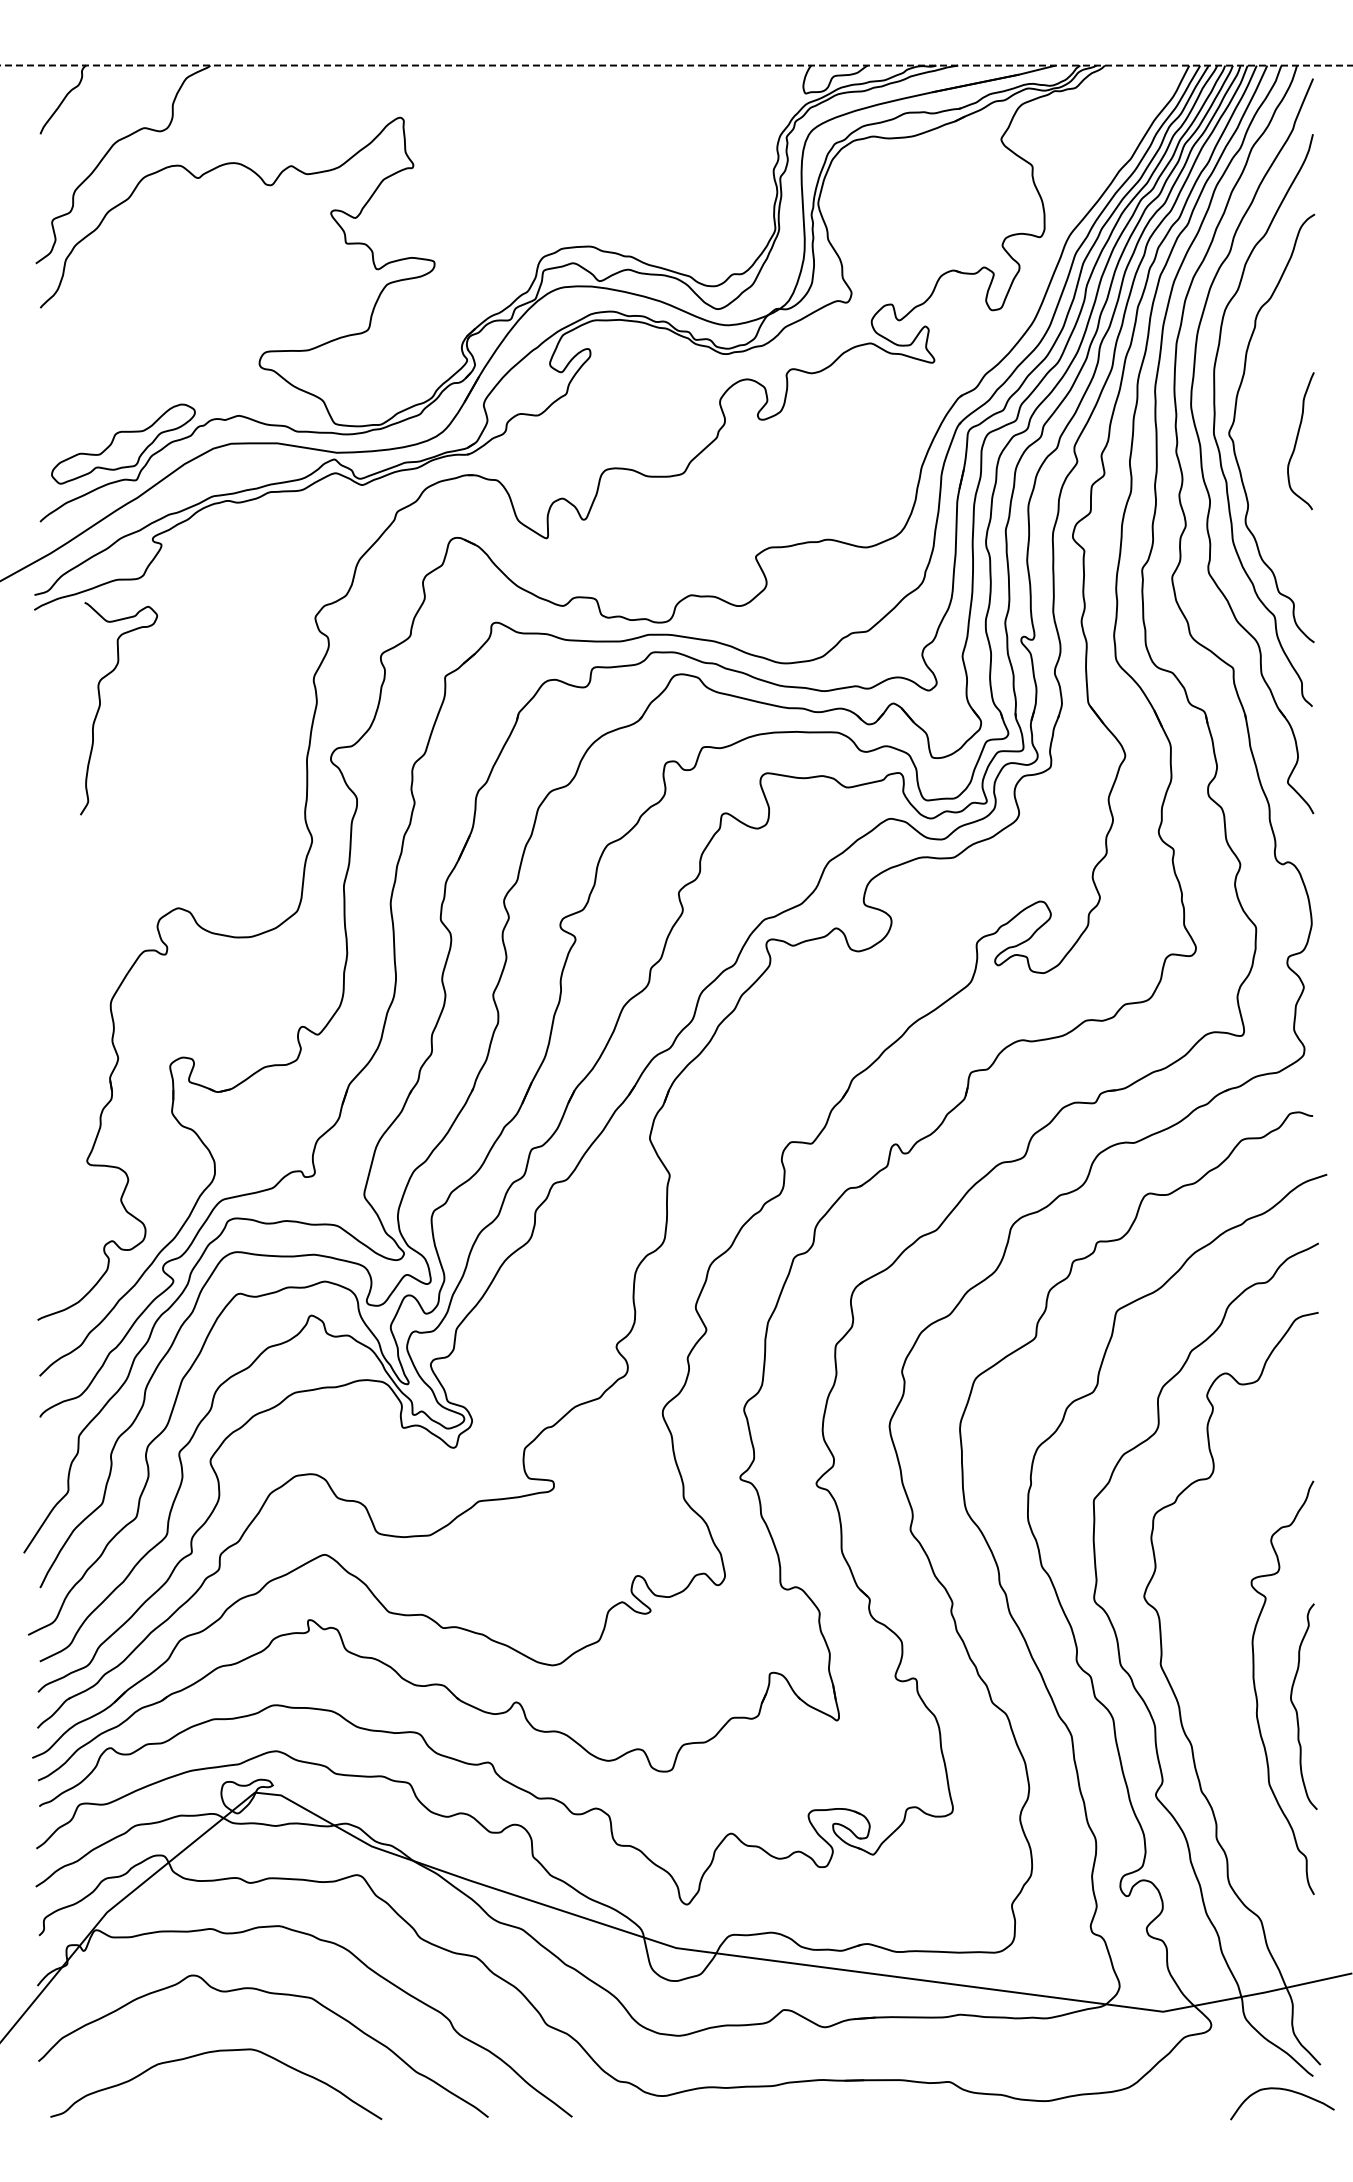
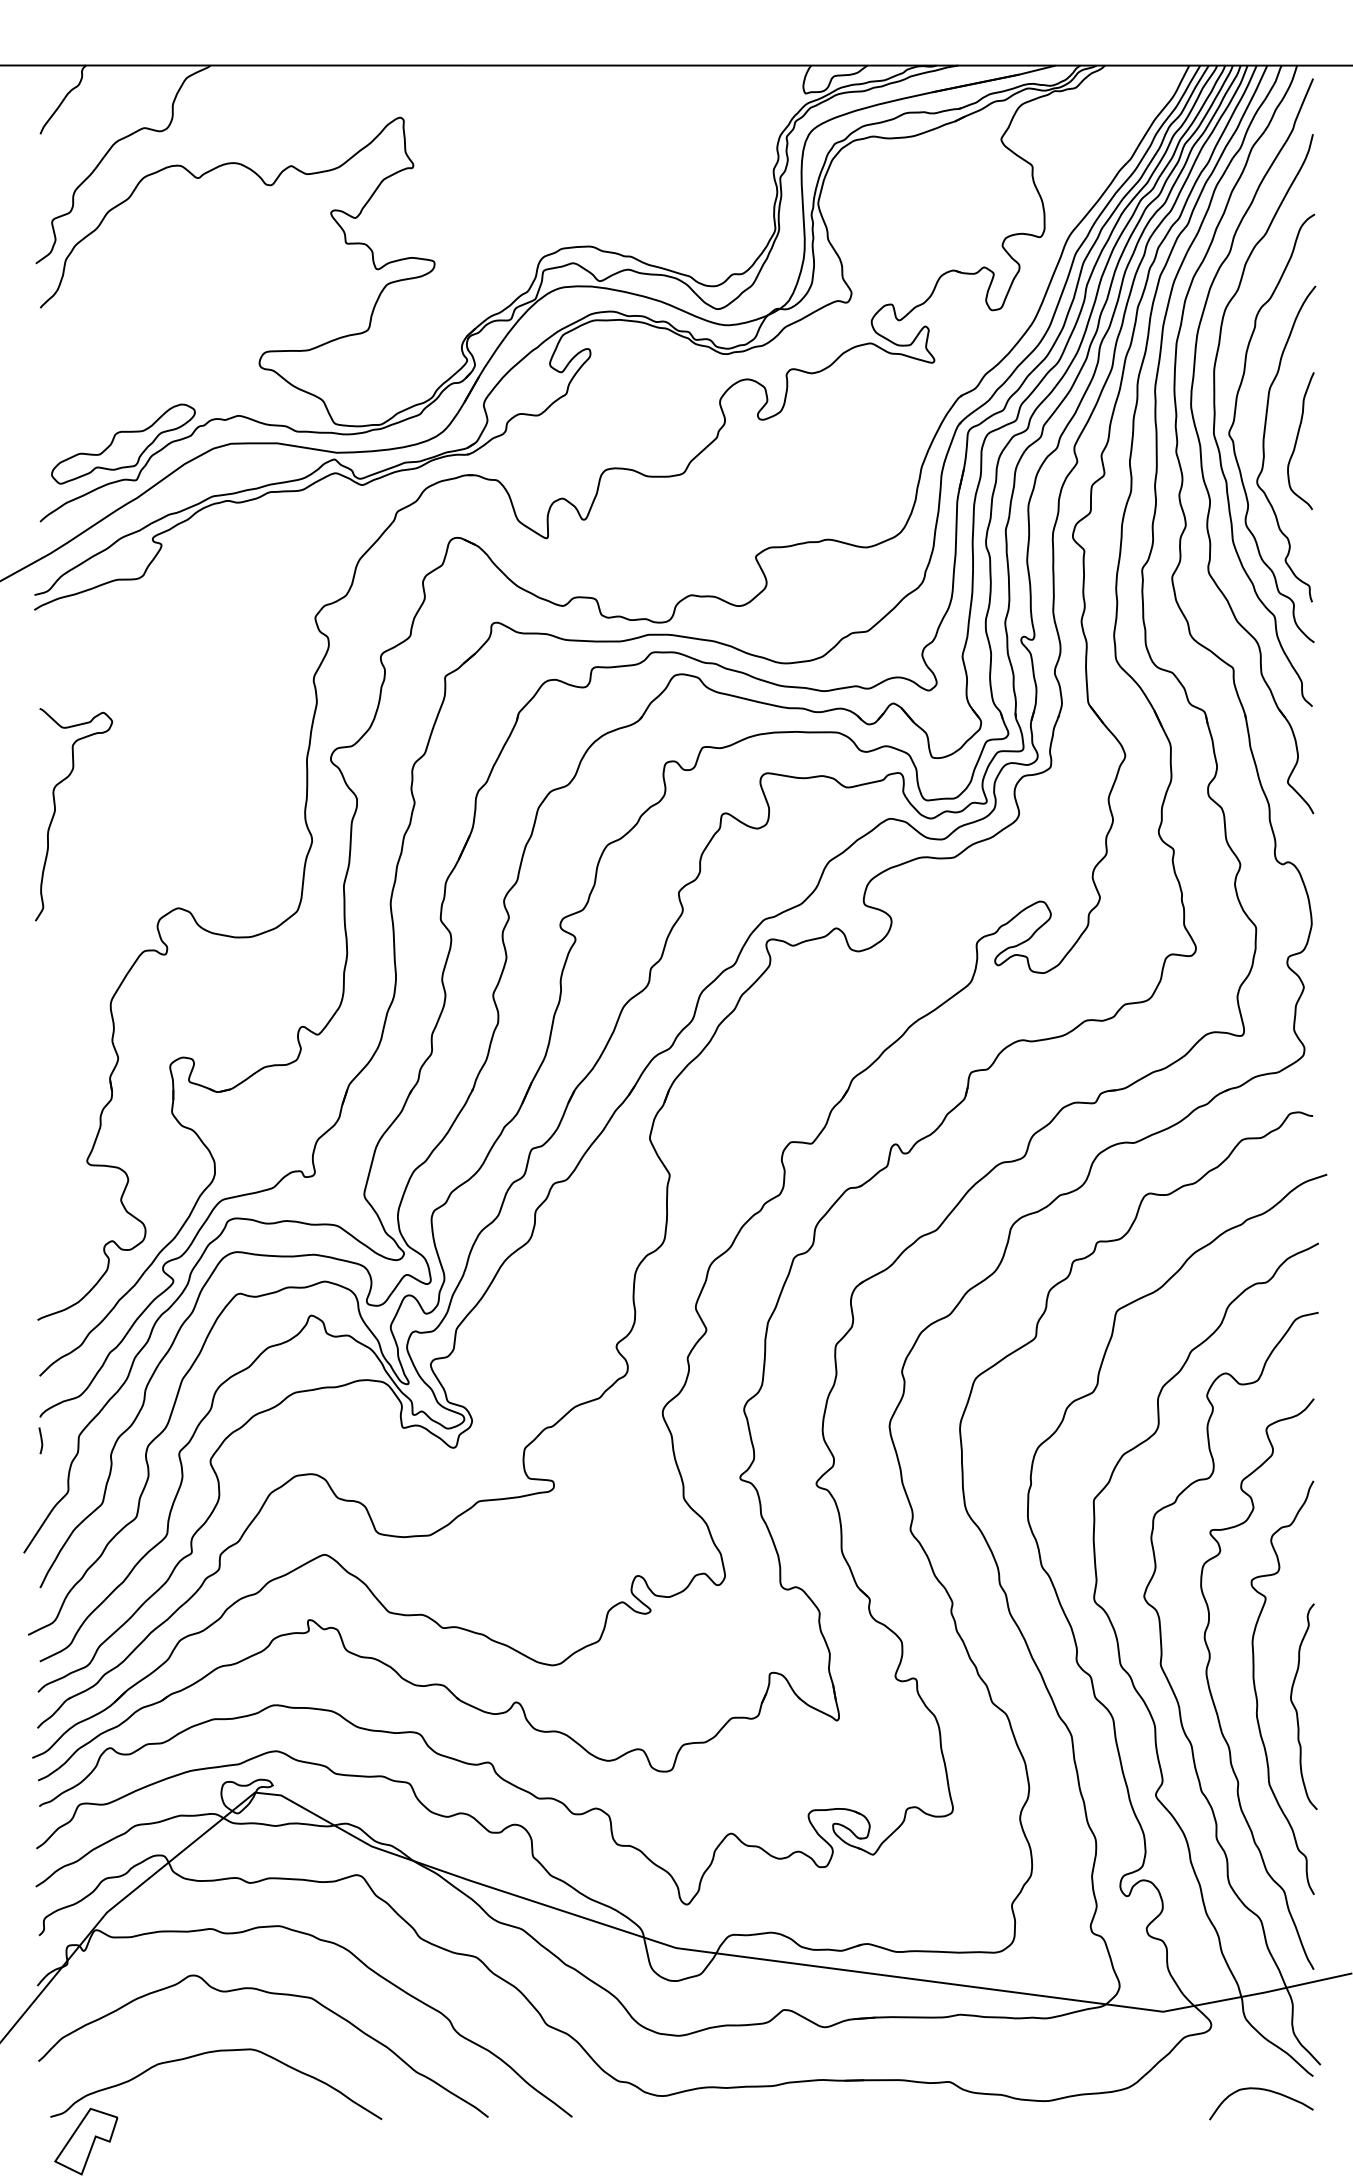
line at (676, 65): dashed -> solid
curve at (1264, 443): none -> present
curve at (100, 707) position: (100, 707) -> (55, 813)
curve at (40, 1440): none -> present
curve at (1213, 1698): none -> present
curve at (1283, 2090) position: (1283, 2090) -> (1262, 2090)
part at (86, 2141): none -> present
